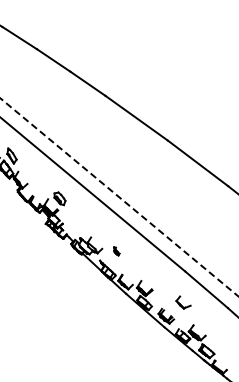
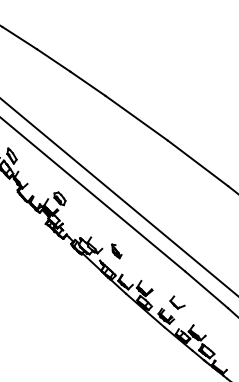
line at (119, 197): dashed -> solid
part at (116, 251) size: 8x11 px -> 12x17 px
part at (183, 302) position: (183, 302) -> (177, 302)
